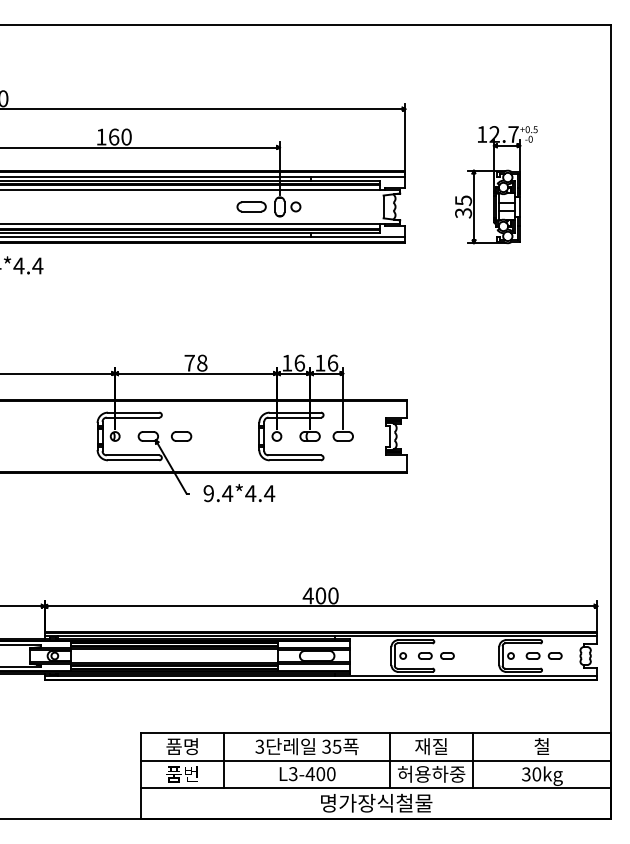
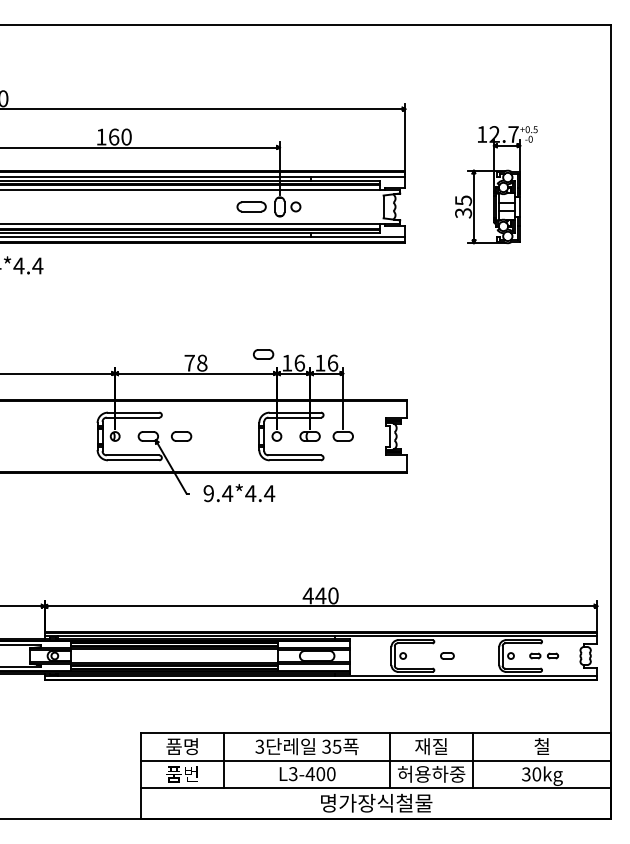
part at (263, 354): none -> present
text at (320, 595): 400 -> 440
part at (425, 655): present -> none
part at (543, 655) size: 38x8 px -> 30x8 px
